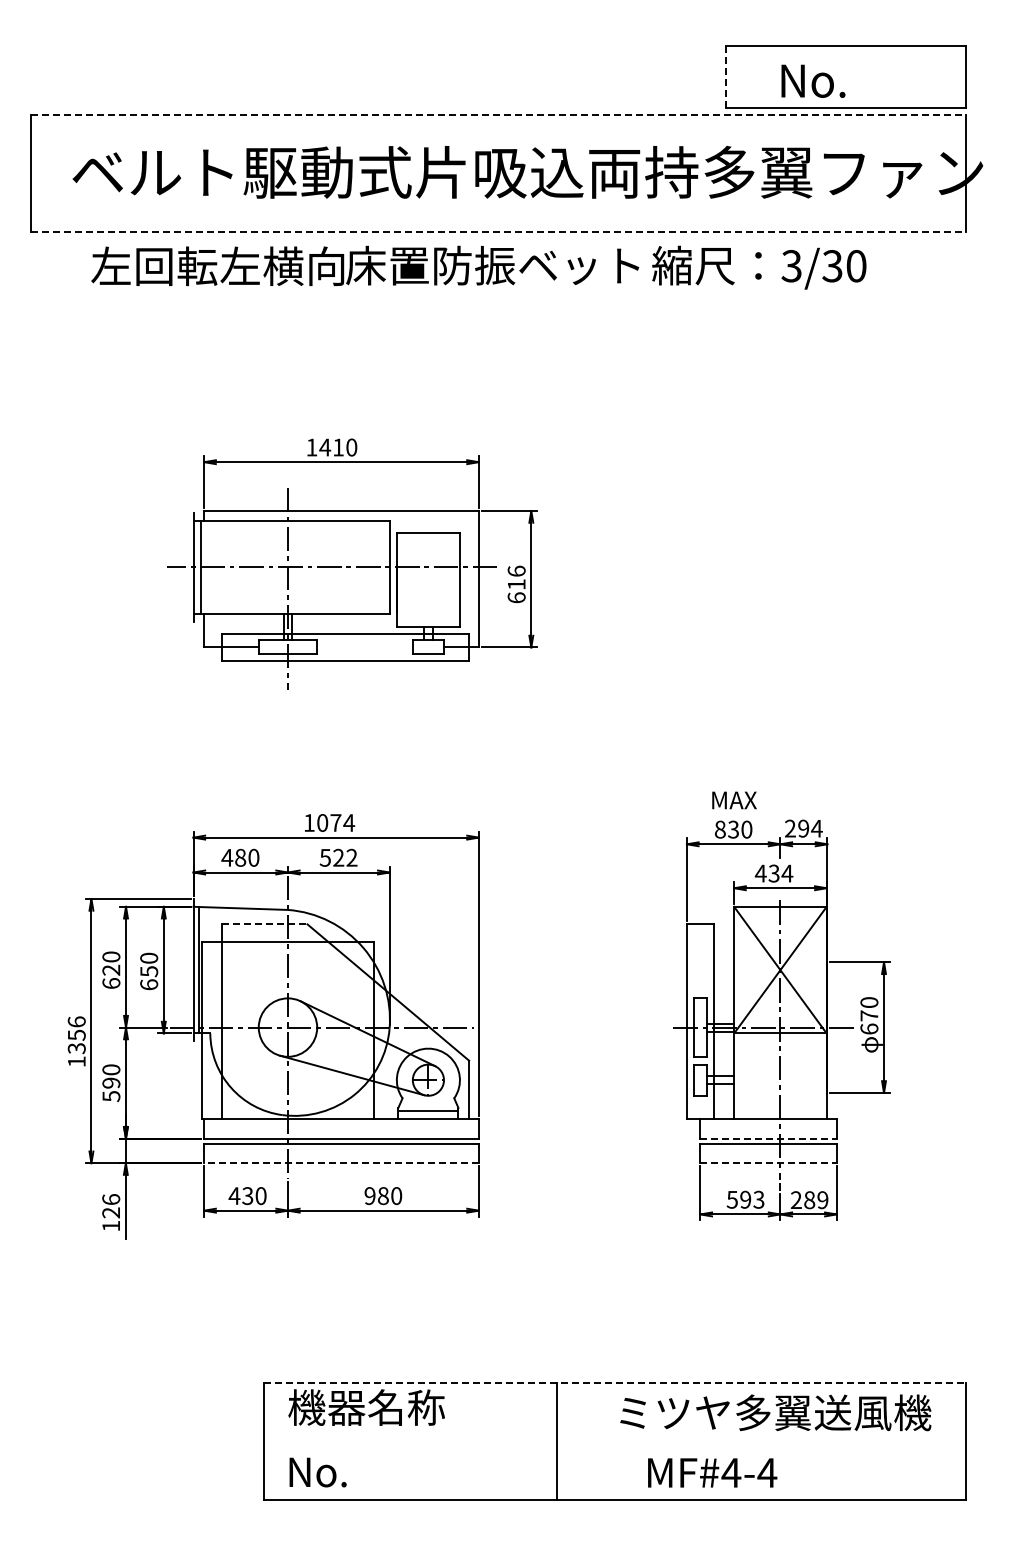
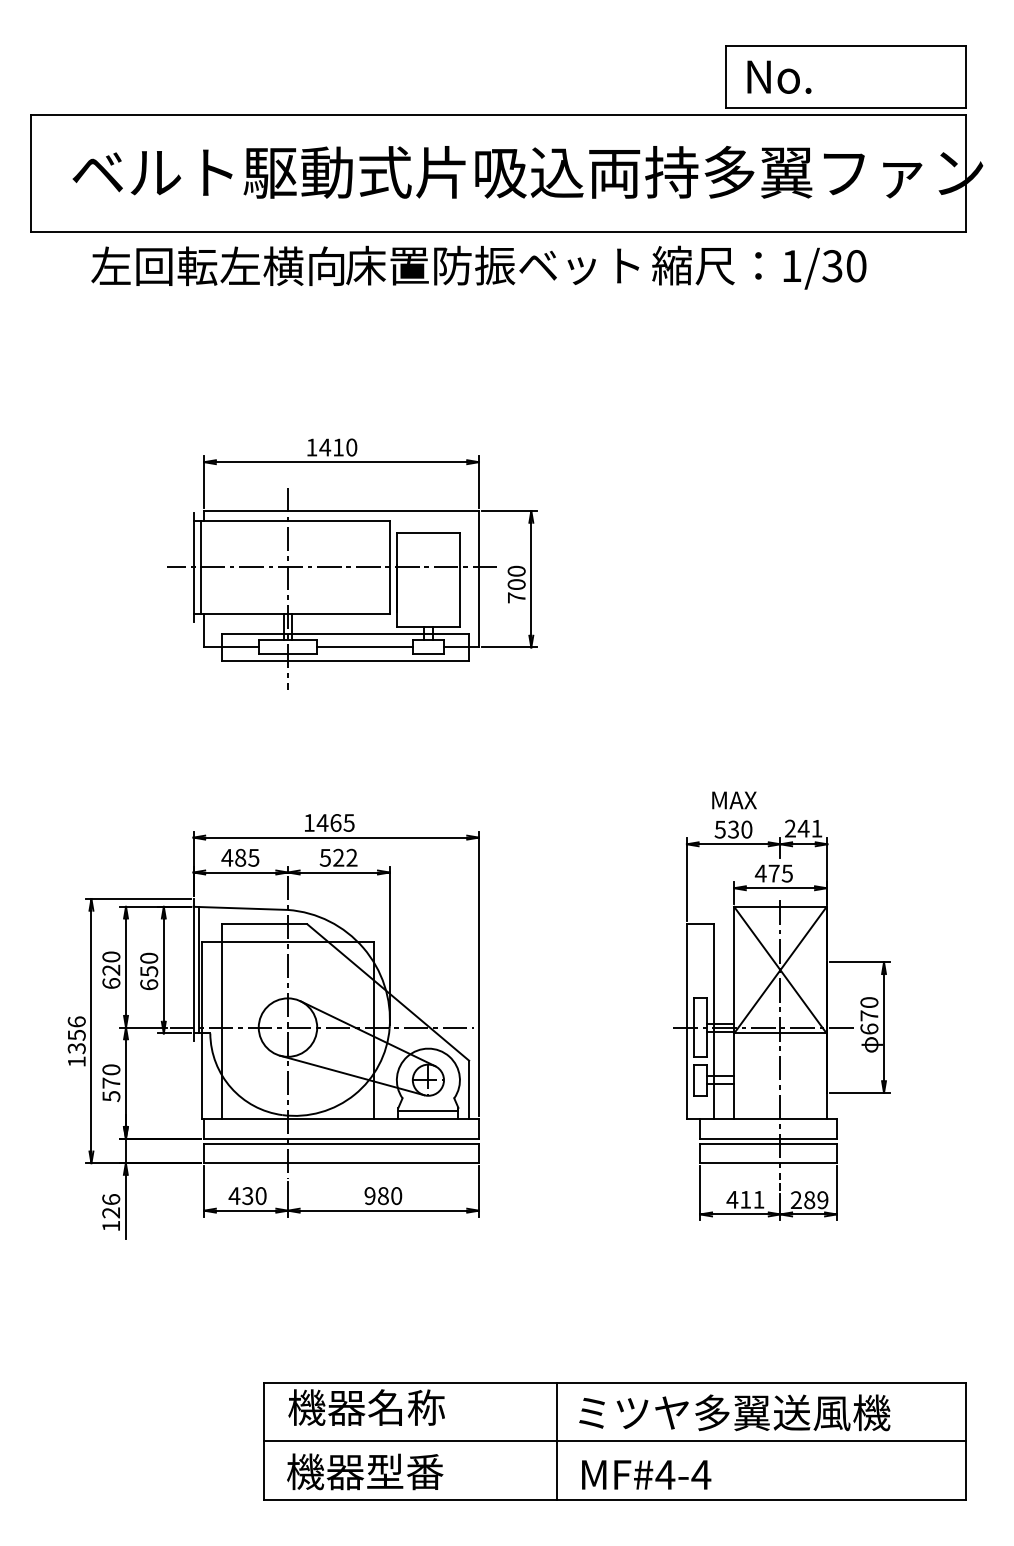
line at (726, 77): dashed -> solid
text at (813, 80) position: (813, 80) -> (779, 76)
line at (498, 114): dashed -> solid
line at (498, 231): dashed -> solid
text at (791, 266): 3/30 -> 1/30
text at (516, 584): 616 -> 700
line at (364, 647): none -> present
text at (335, 822): 1074 -> 1465
text at (809, 828): 294 -> 241
text at (719, 829): 830 -> 530
text at (253, 857): 480 -> 485
text at (780, 873): 434 -> 475
line at (264, 924): dashed -> solid
text at (111, 1082): 590 -> 570
line at (769, 1138): dashed -> solid
line at (341, 1163): dashed -> solid
line at (769, 1163): dashed -> solid
text at (745, 1199): 593 -> 411
line at (615, 1382): dashed -> solid
text at (775, 1412) position: (775, 1412) -> (734, 1412)
line at (614, 1441): none -> present
text at (365, 1471): No. -> 機器型番
text at (712, 1472) position: (712, 1472) -> (646, 1474)
